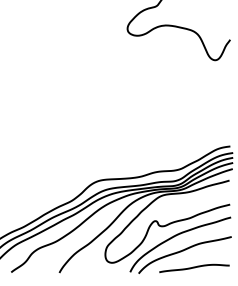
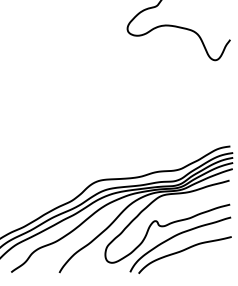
curve at (194, 267): present -> none
